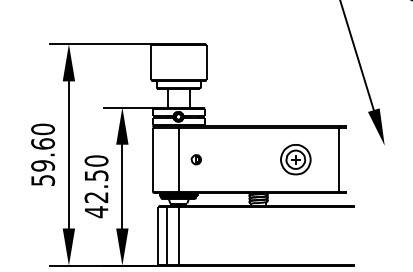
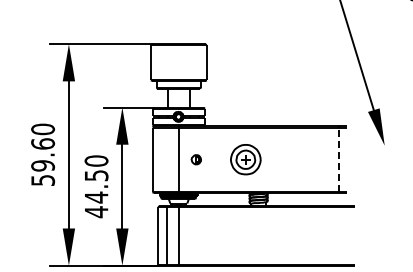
part at (295, 159) position: (295, 159) -> (245, 159)
line at (338, 159): solid -> dashed
text at (96, 197): 42.50 -> 44.50
